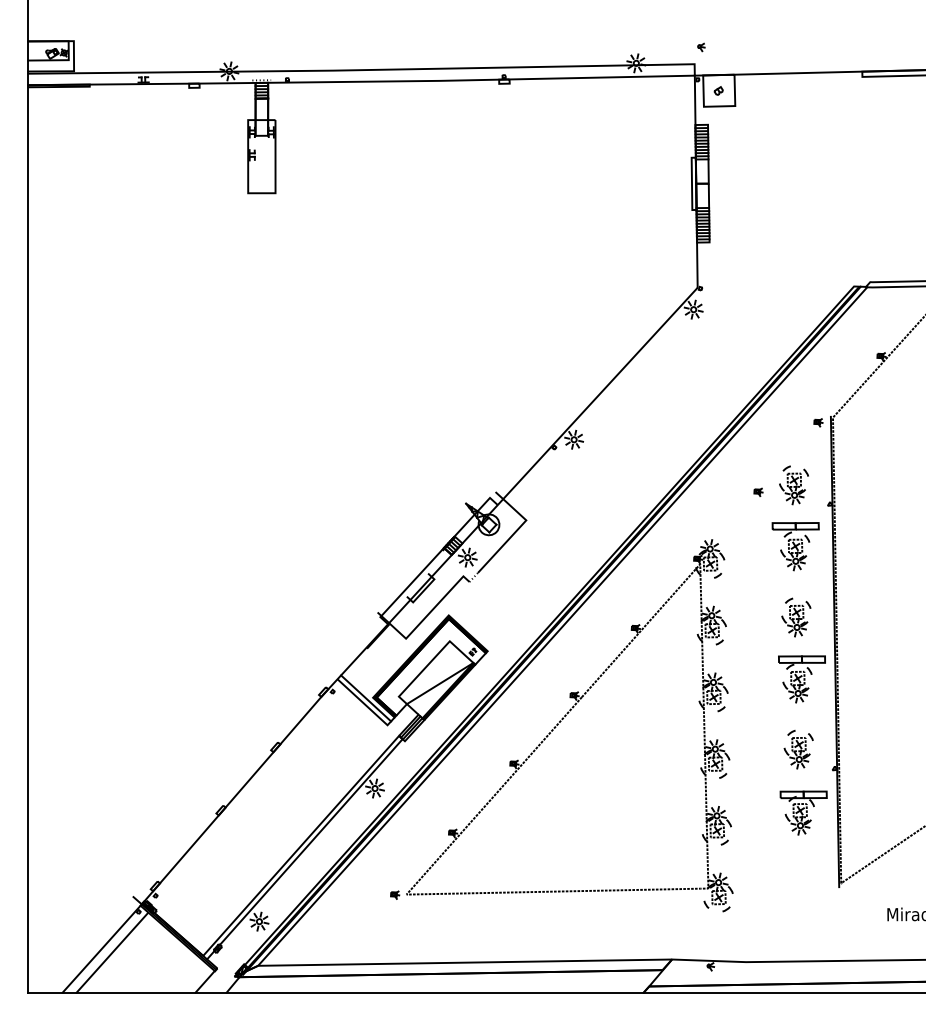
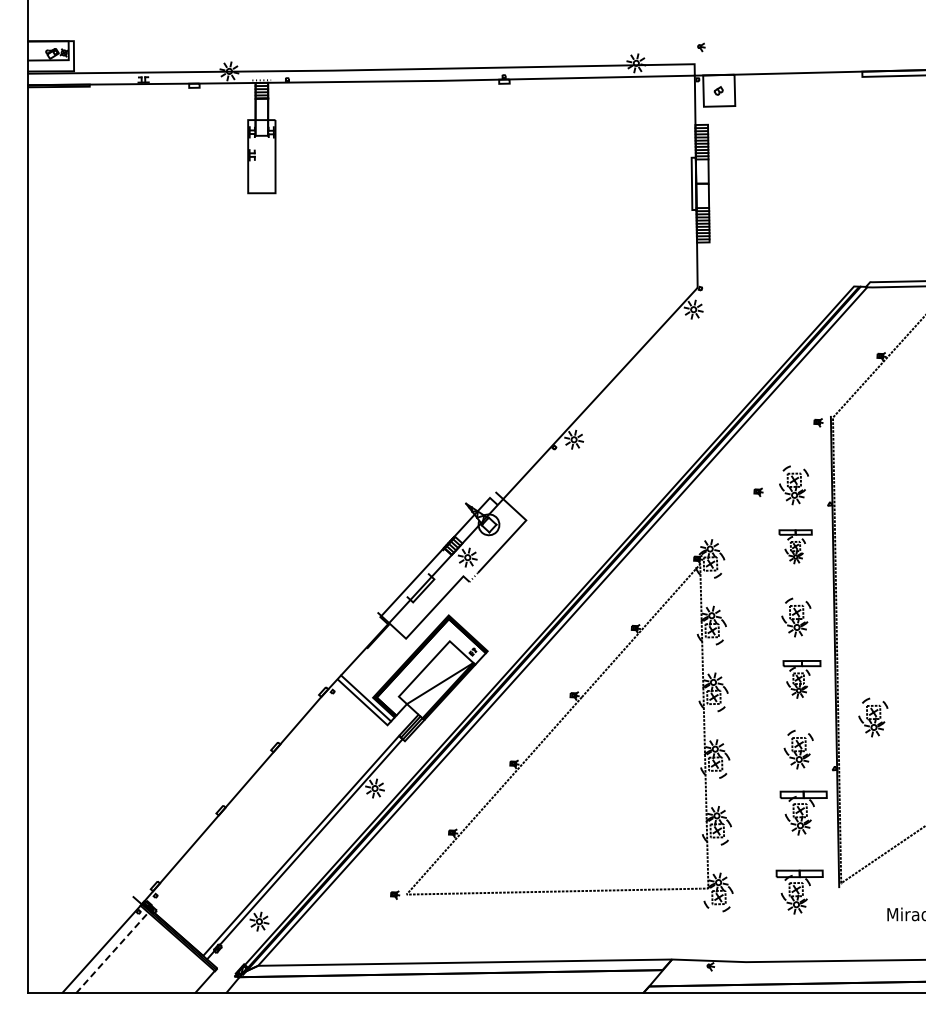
part at (795, 546) size: 49x50 px -> 35x36 px
part at (801, 679) size: 48x49 px -> 40x39 px
part at (873, 717): none -> present
part at (799, 891): none -> present
line at (112, 952): solid -> dashed
